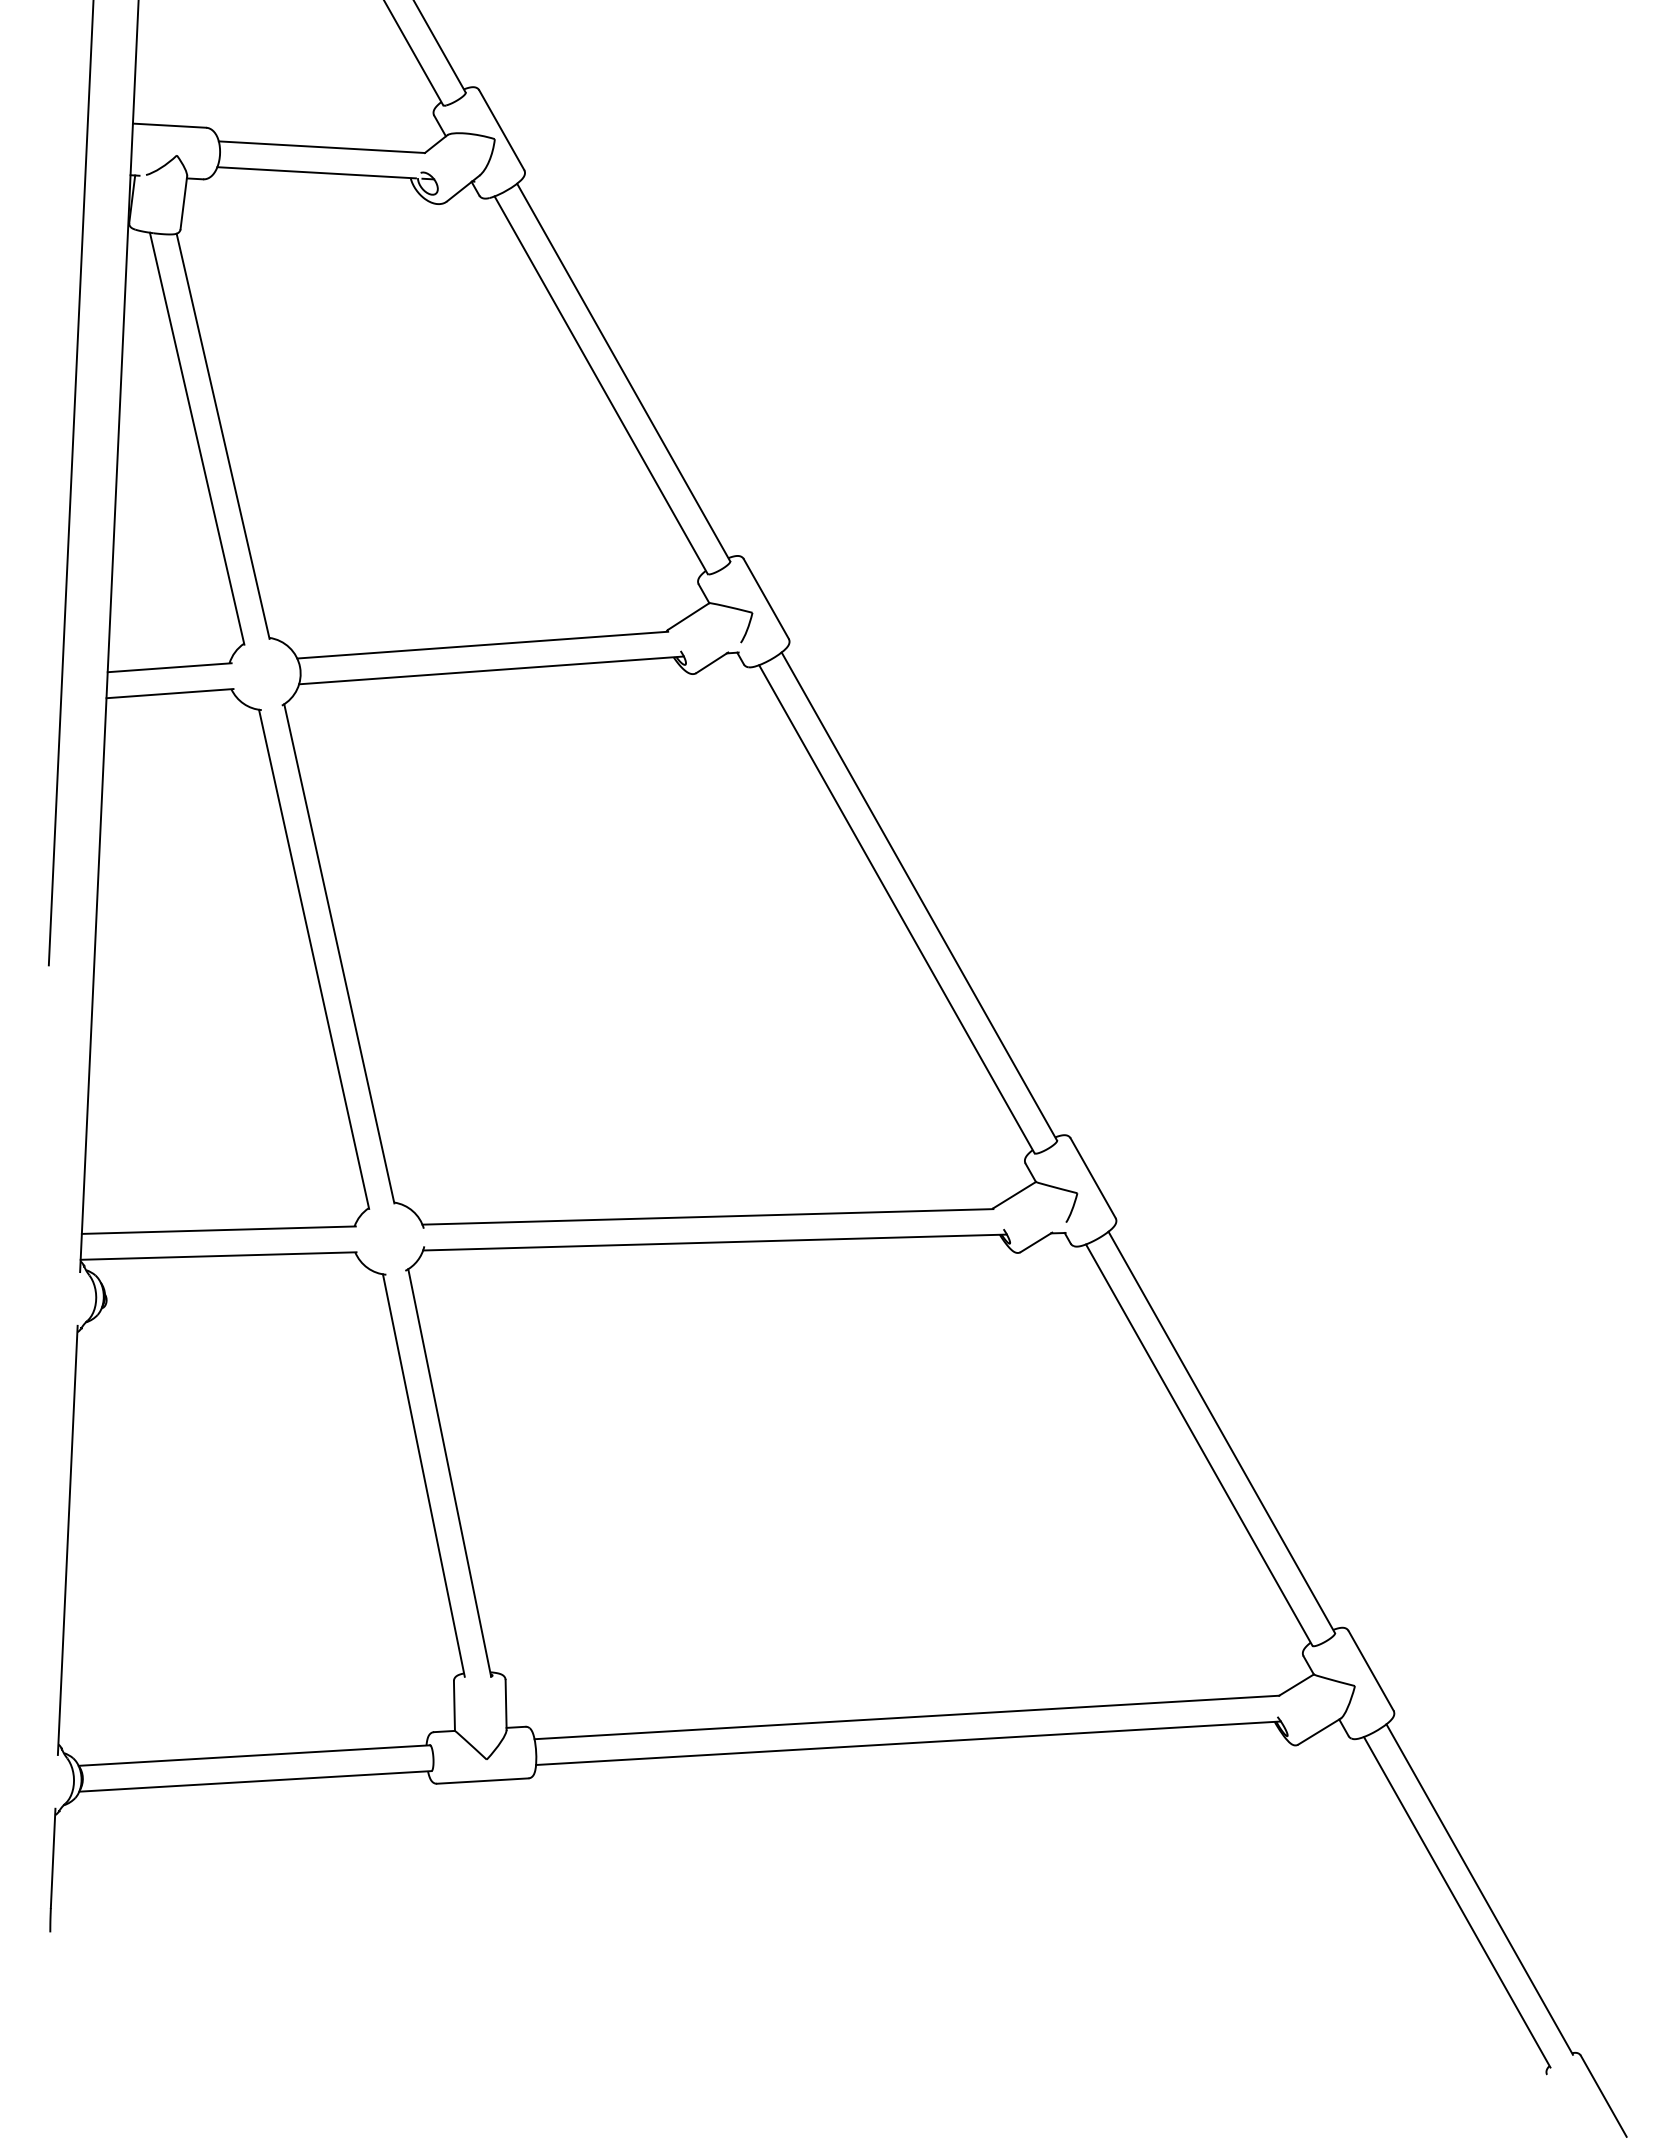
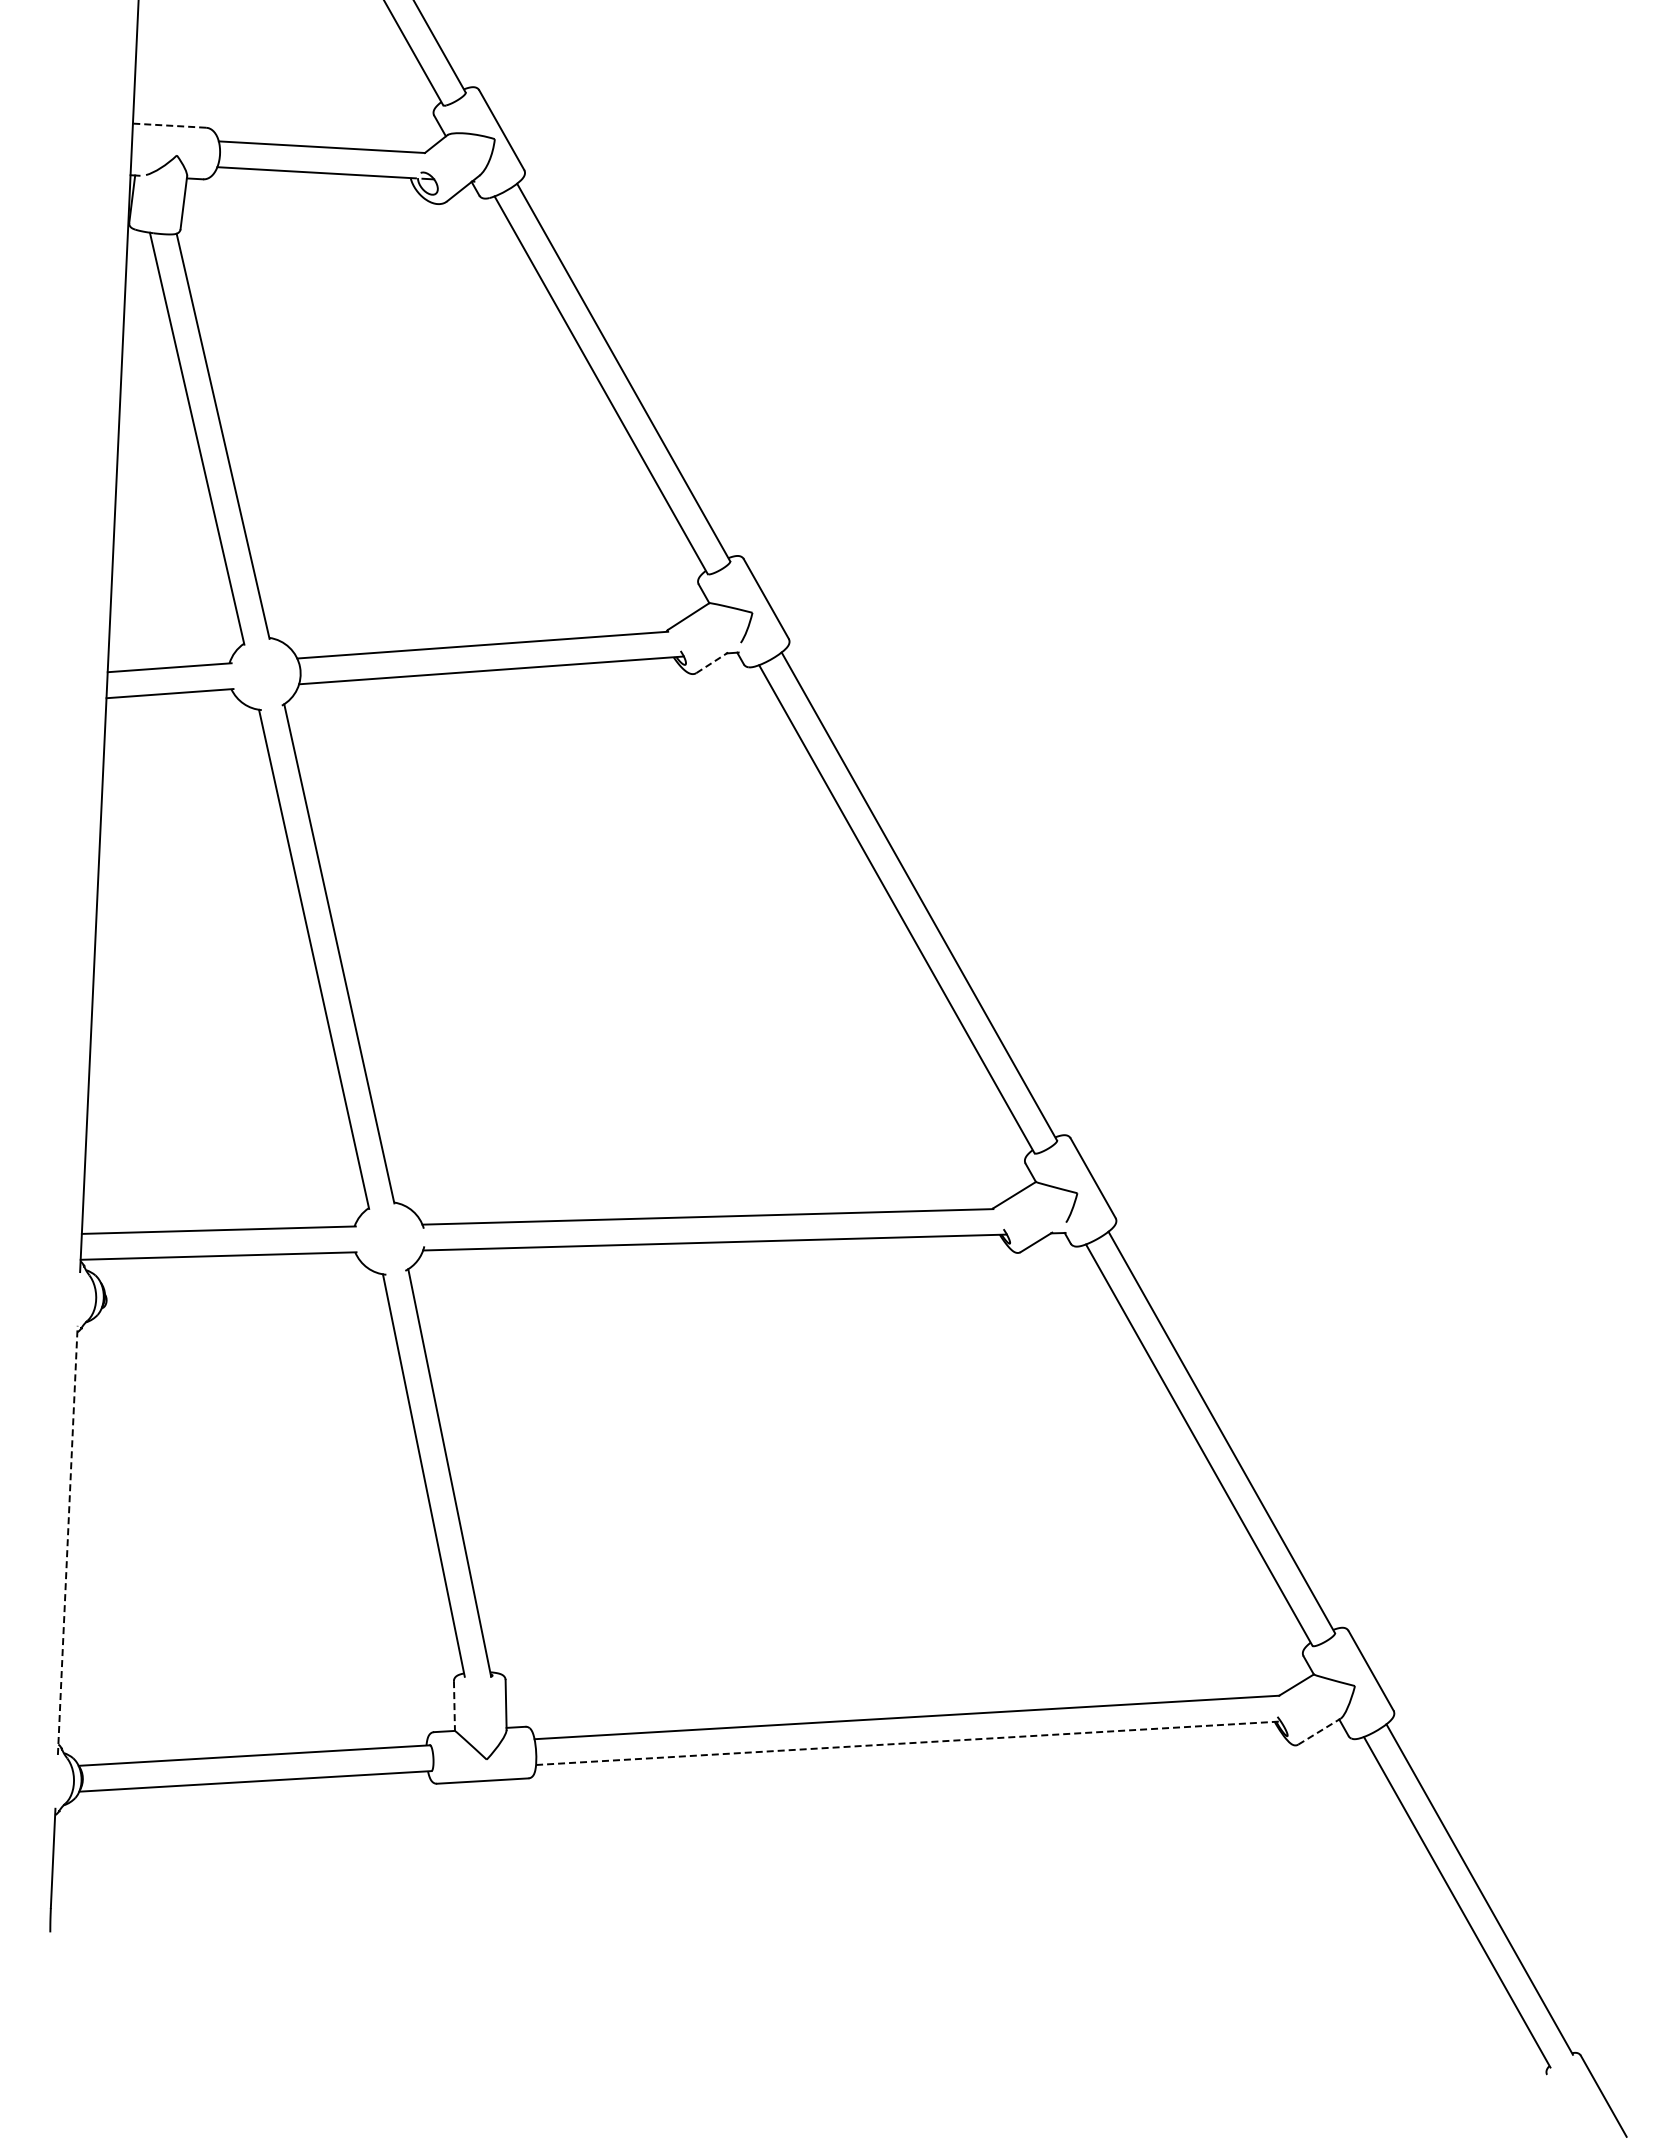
line at (169, 125): solid -> dashed
line at (70, 483): present -> none
line at (712, 662): solid -> dashed
line at (67, 1540): solid -> dashed
line at (454, 1706): solid -> dashed
line at (1319, 1731): solid -> dashed
line at (909, 1743): solid -> dashed
